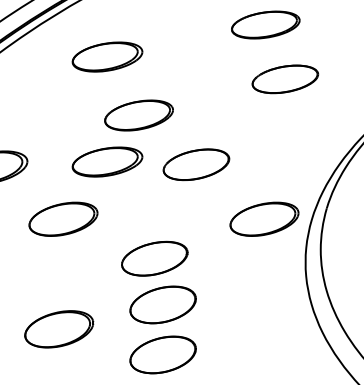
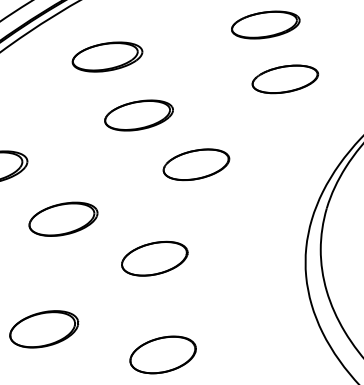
part at (107, 161): present -> none
part at (264, 218): present -> none
part at (162, 304): present -> none
part at (59, 329) position: (59, 329) -> (44, 329)
